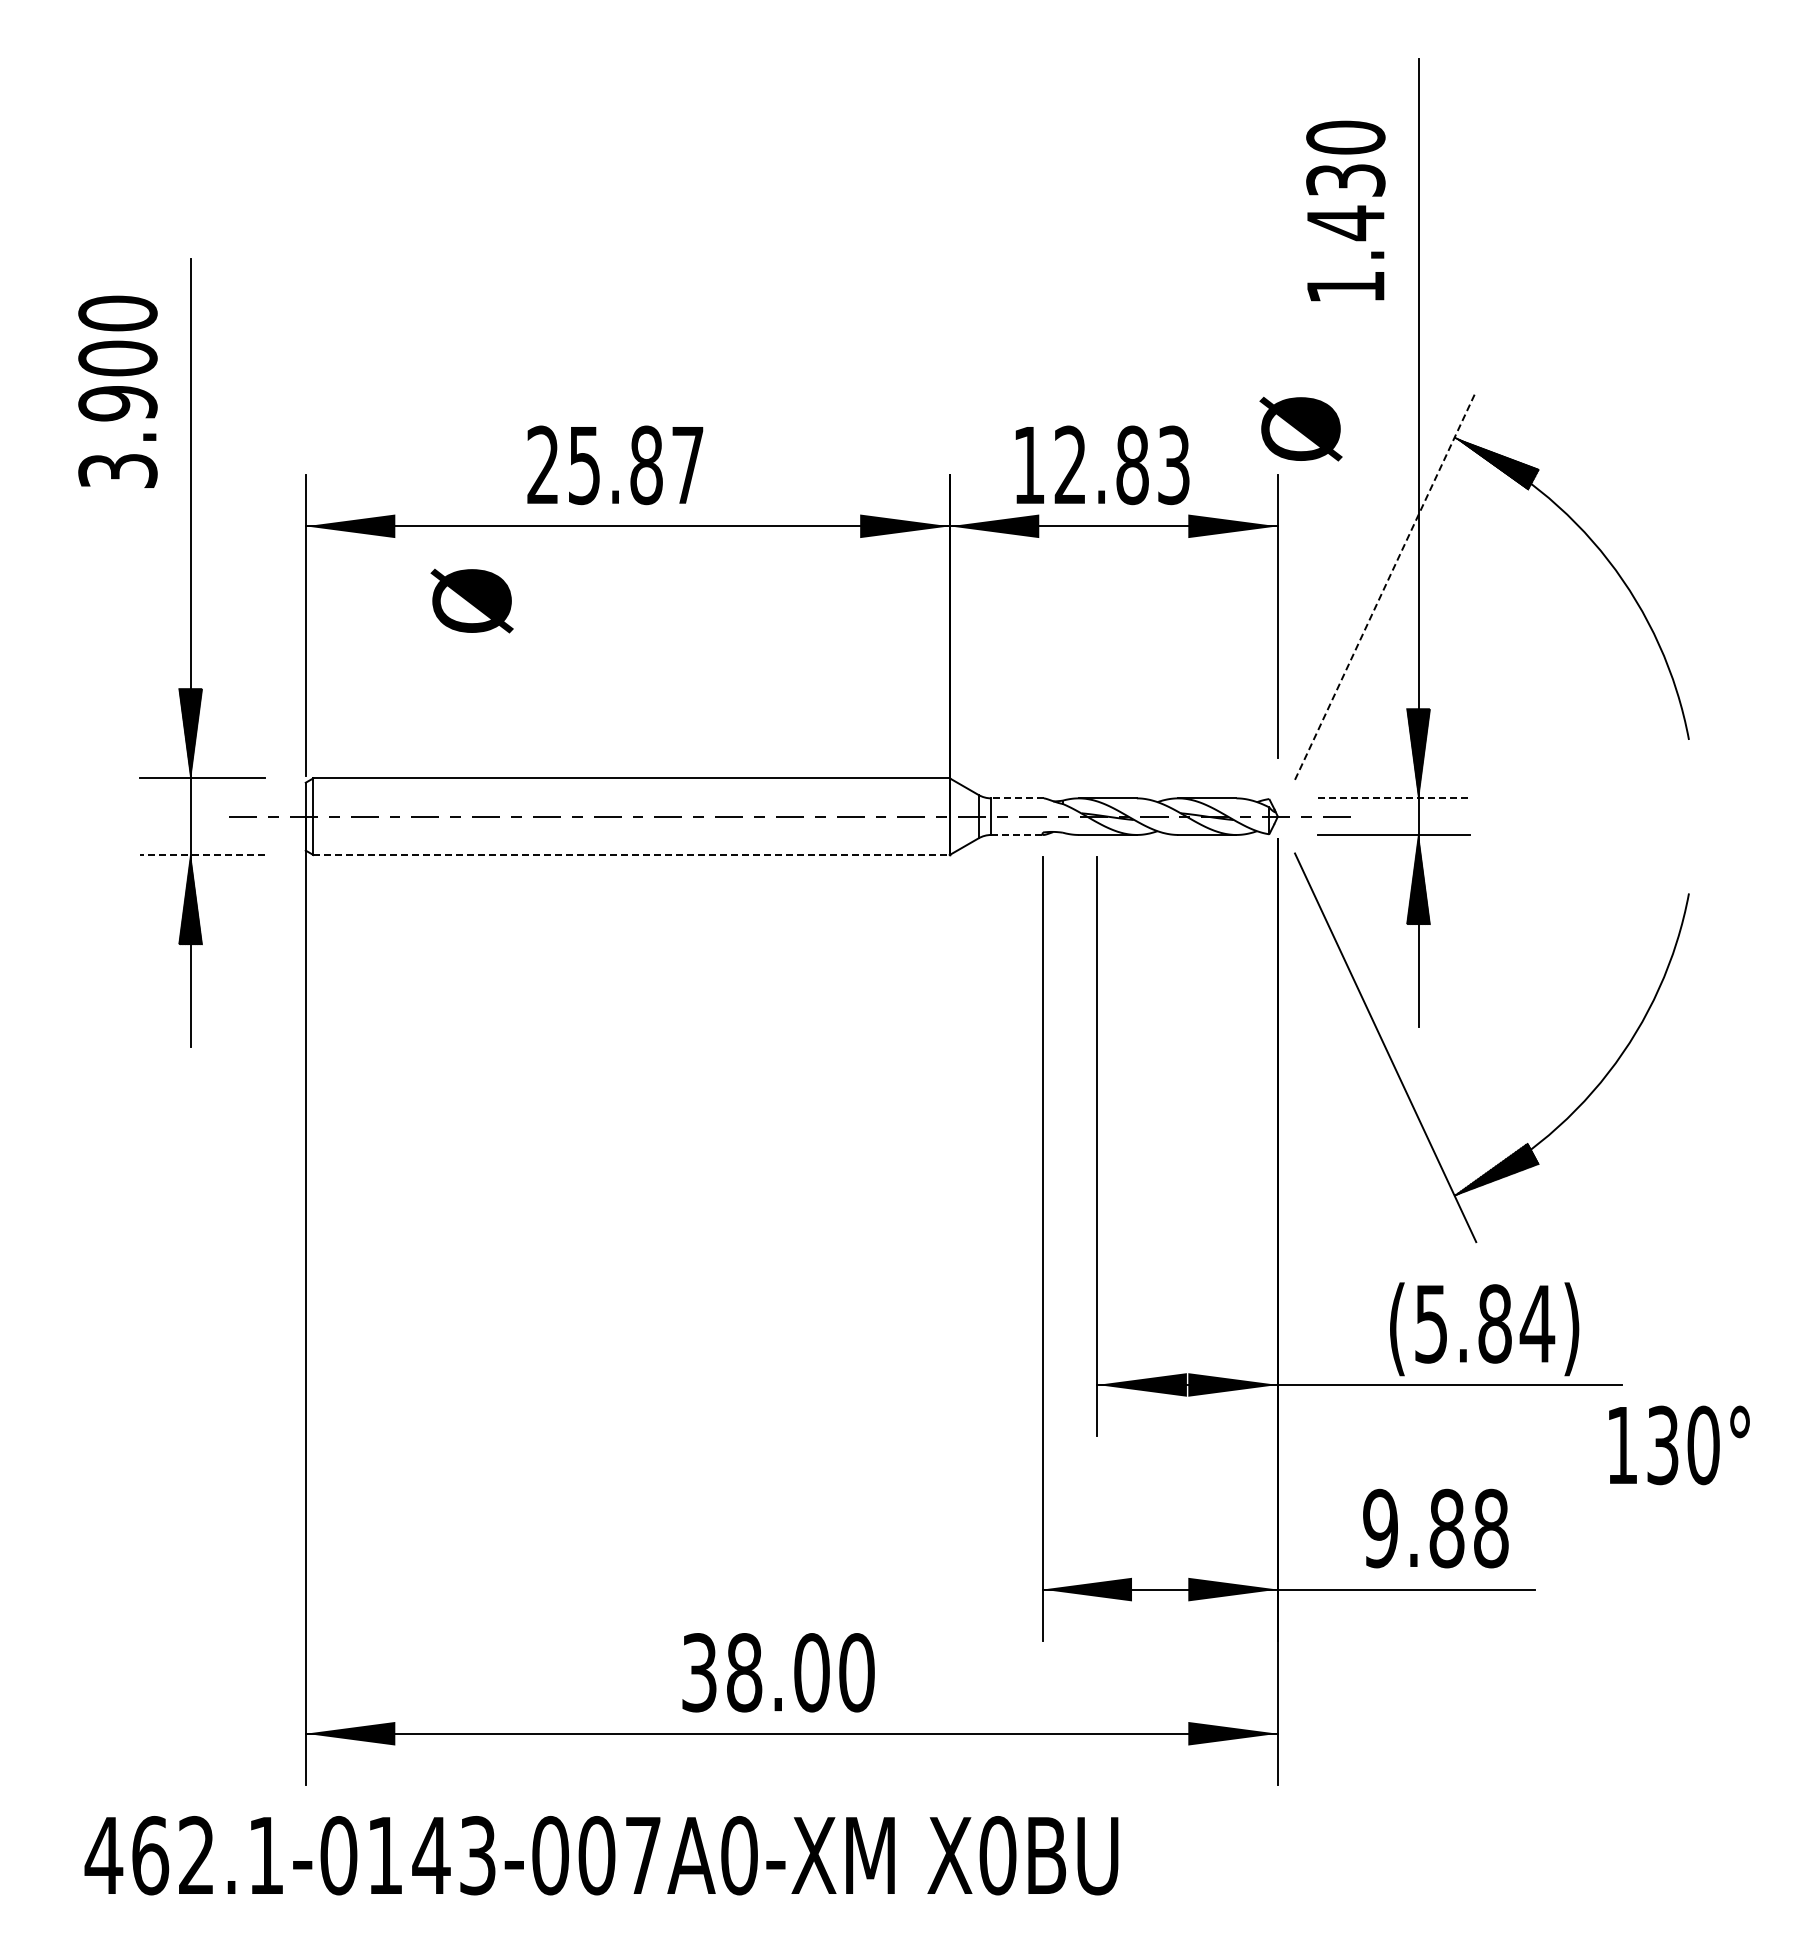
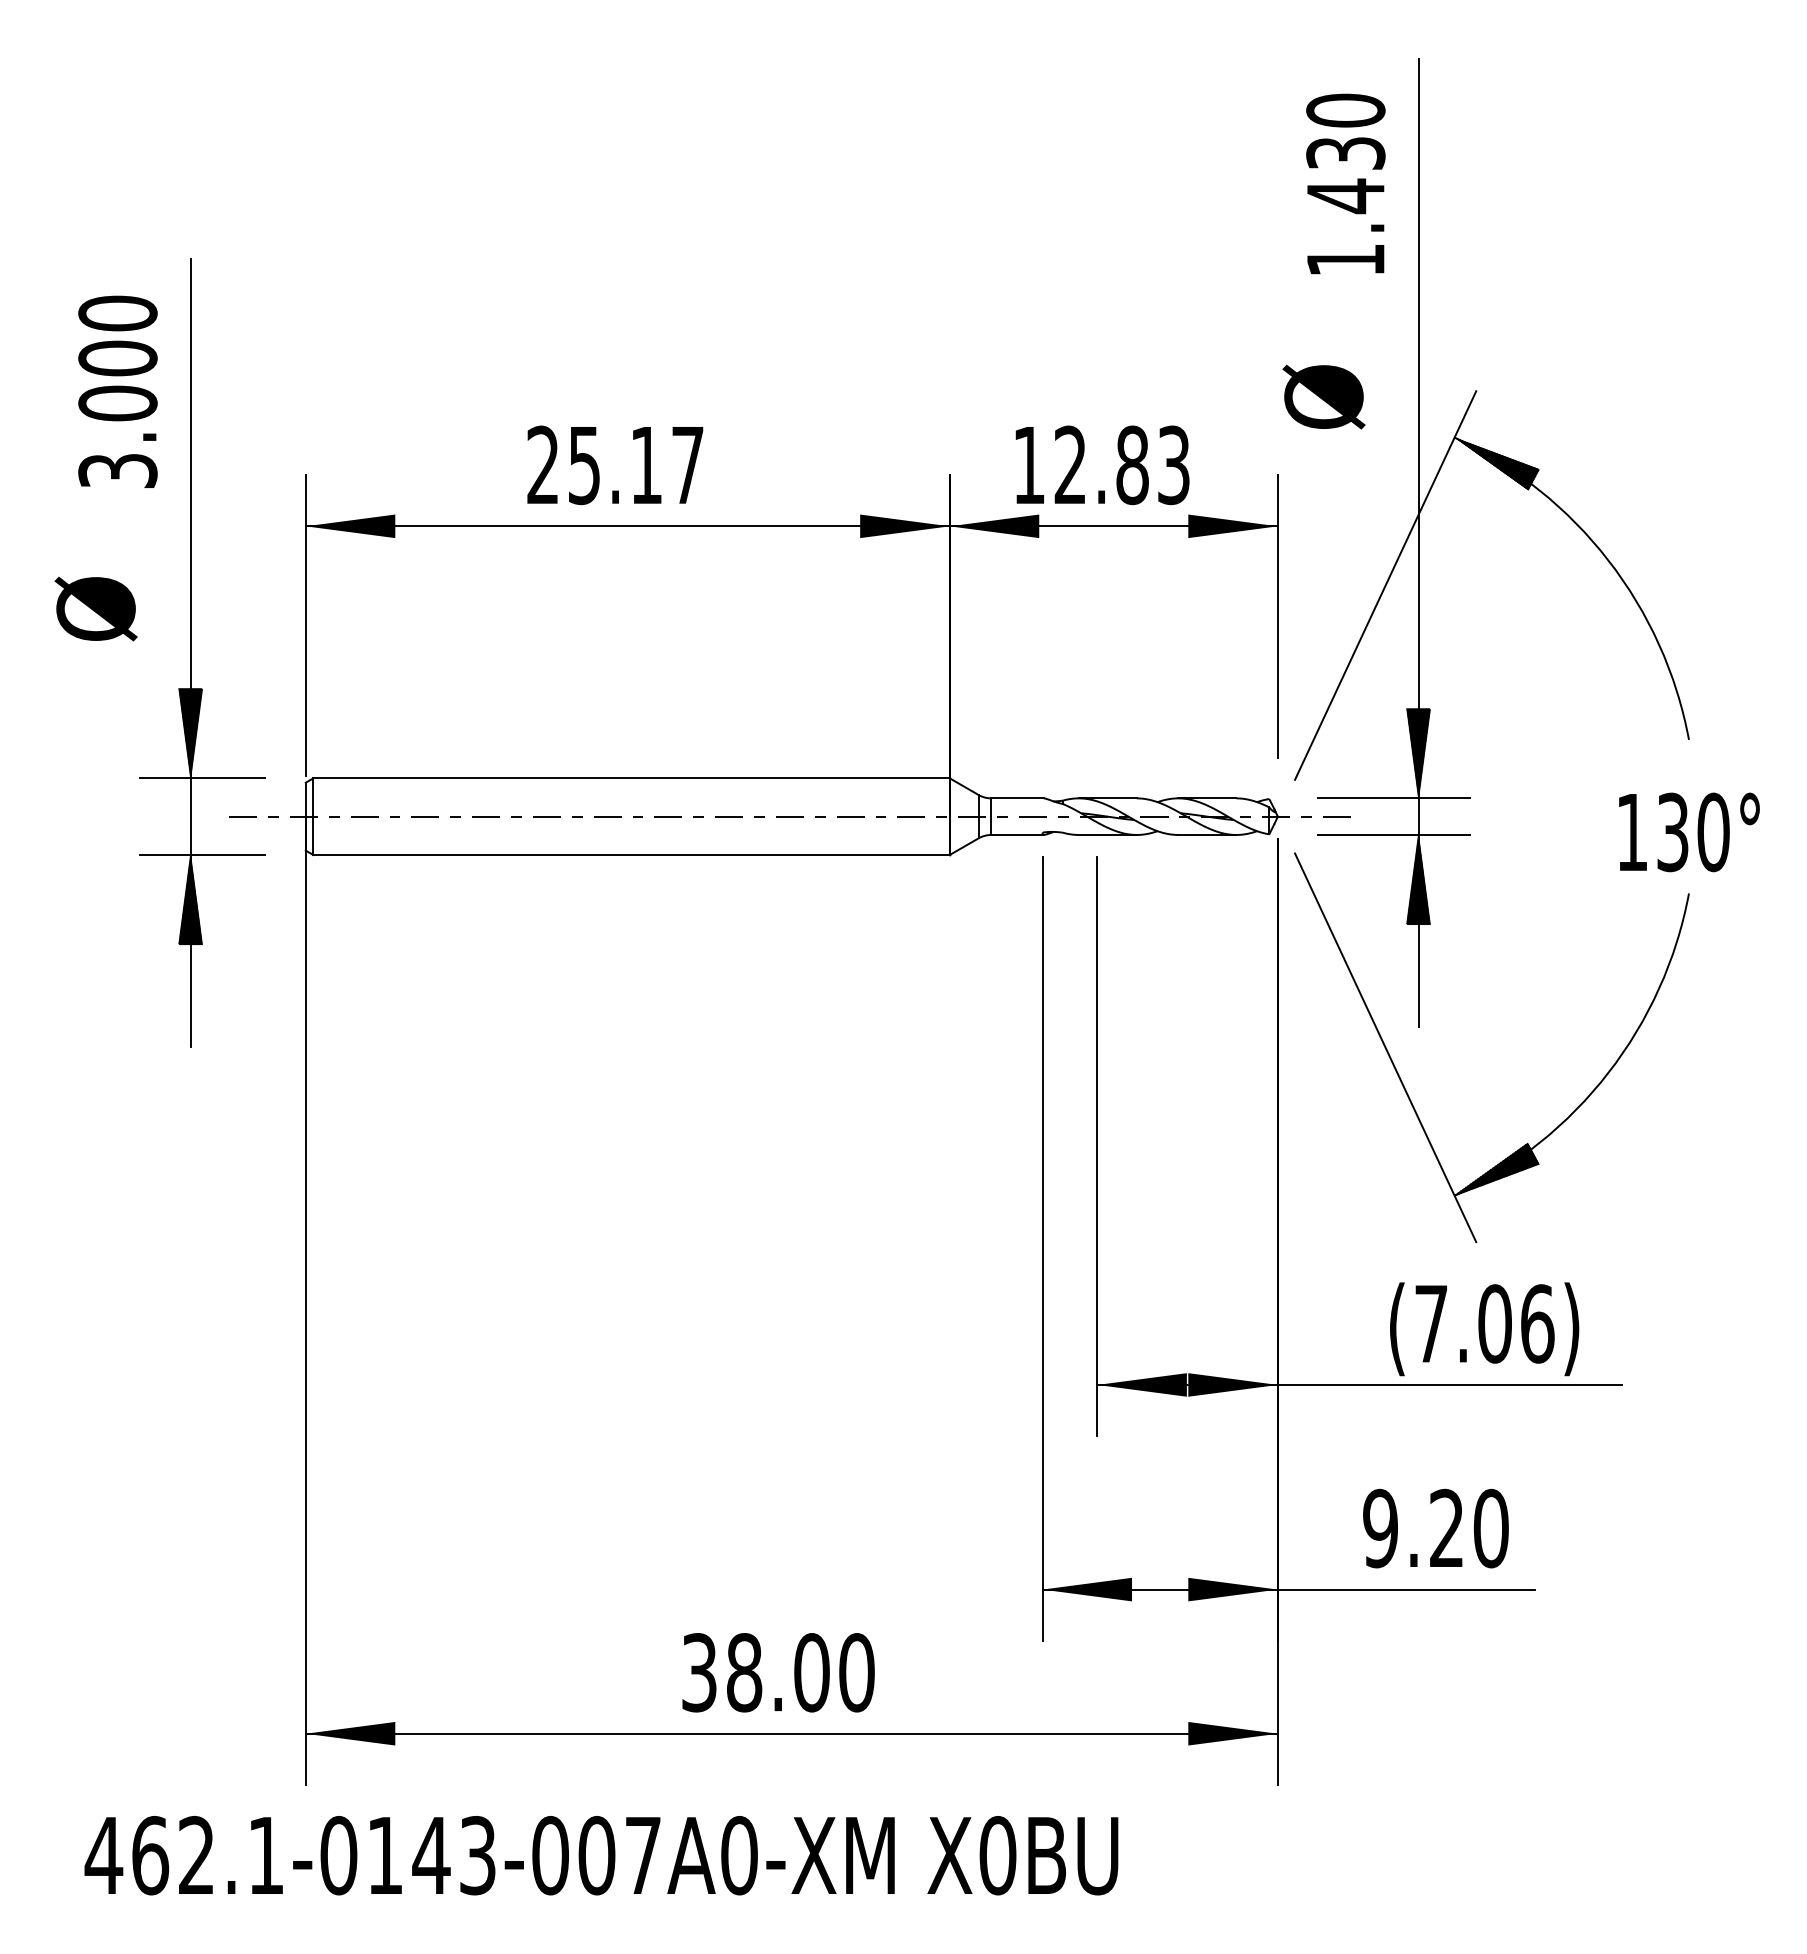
text at (1345, 210) position: (1345, 210) -> (1345, 183)
text at (117, 403): 3.900 -> 3.000
text at (1300, 428) position: (1300, 428) -> (1323, 396)
text at (646, 465): 25.87 -> 25.17
line at (1385, 585): dashed -> solid
text at (471, 600) position: (471, 600) -> (95, 608)
line at (1017, 798): dashed -> solid
line at (1394, 798): dashed -> solid
line at (1018, 834): dashed -> solid
line at (202, 855): dashed -> solid
line at (632, 855): dashed -> solid
text at (1485, 1323): (5.84) -> (7.06)
text at (1679, 1445) position: (1679, 1445) -> (1689, 832)
text at (1468, 1528): 9.88 -> 9.20
